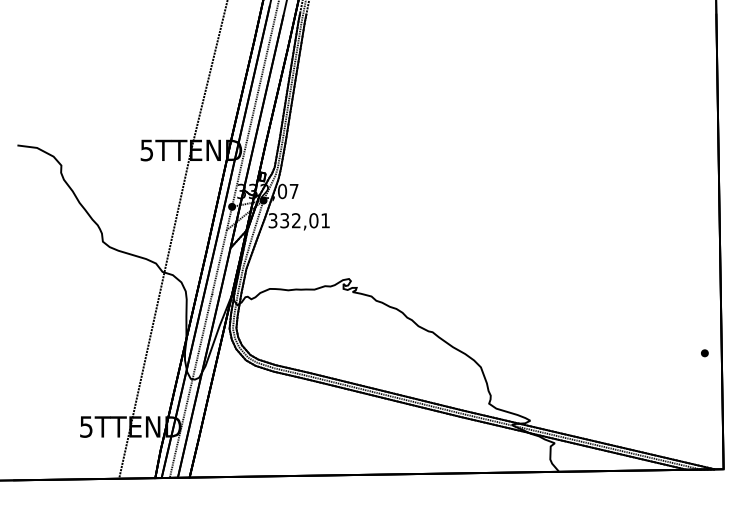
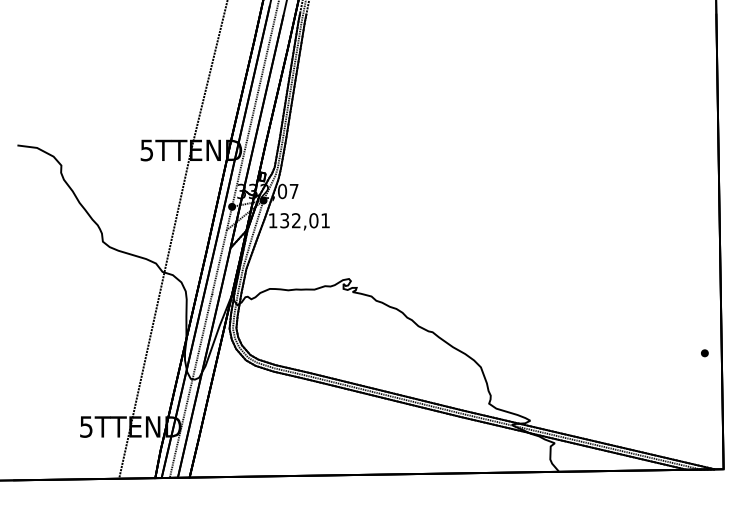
text at (272, 220): 332,01 -> 132,01
